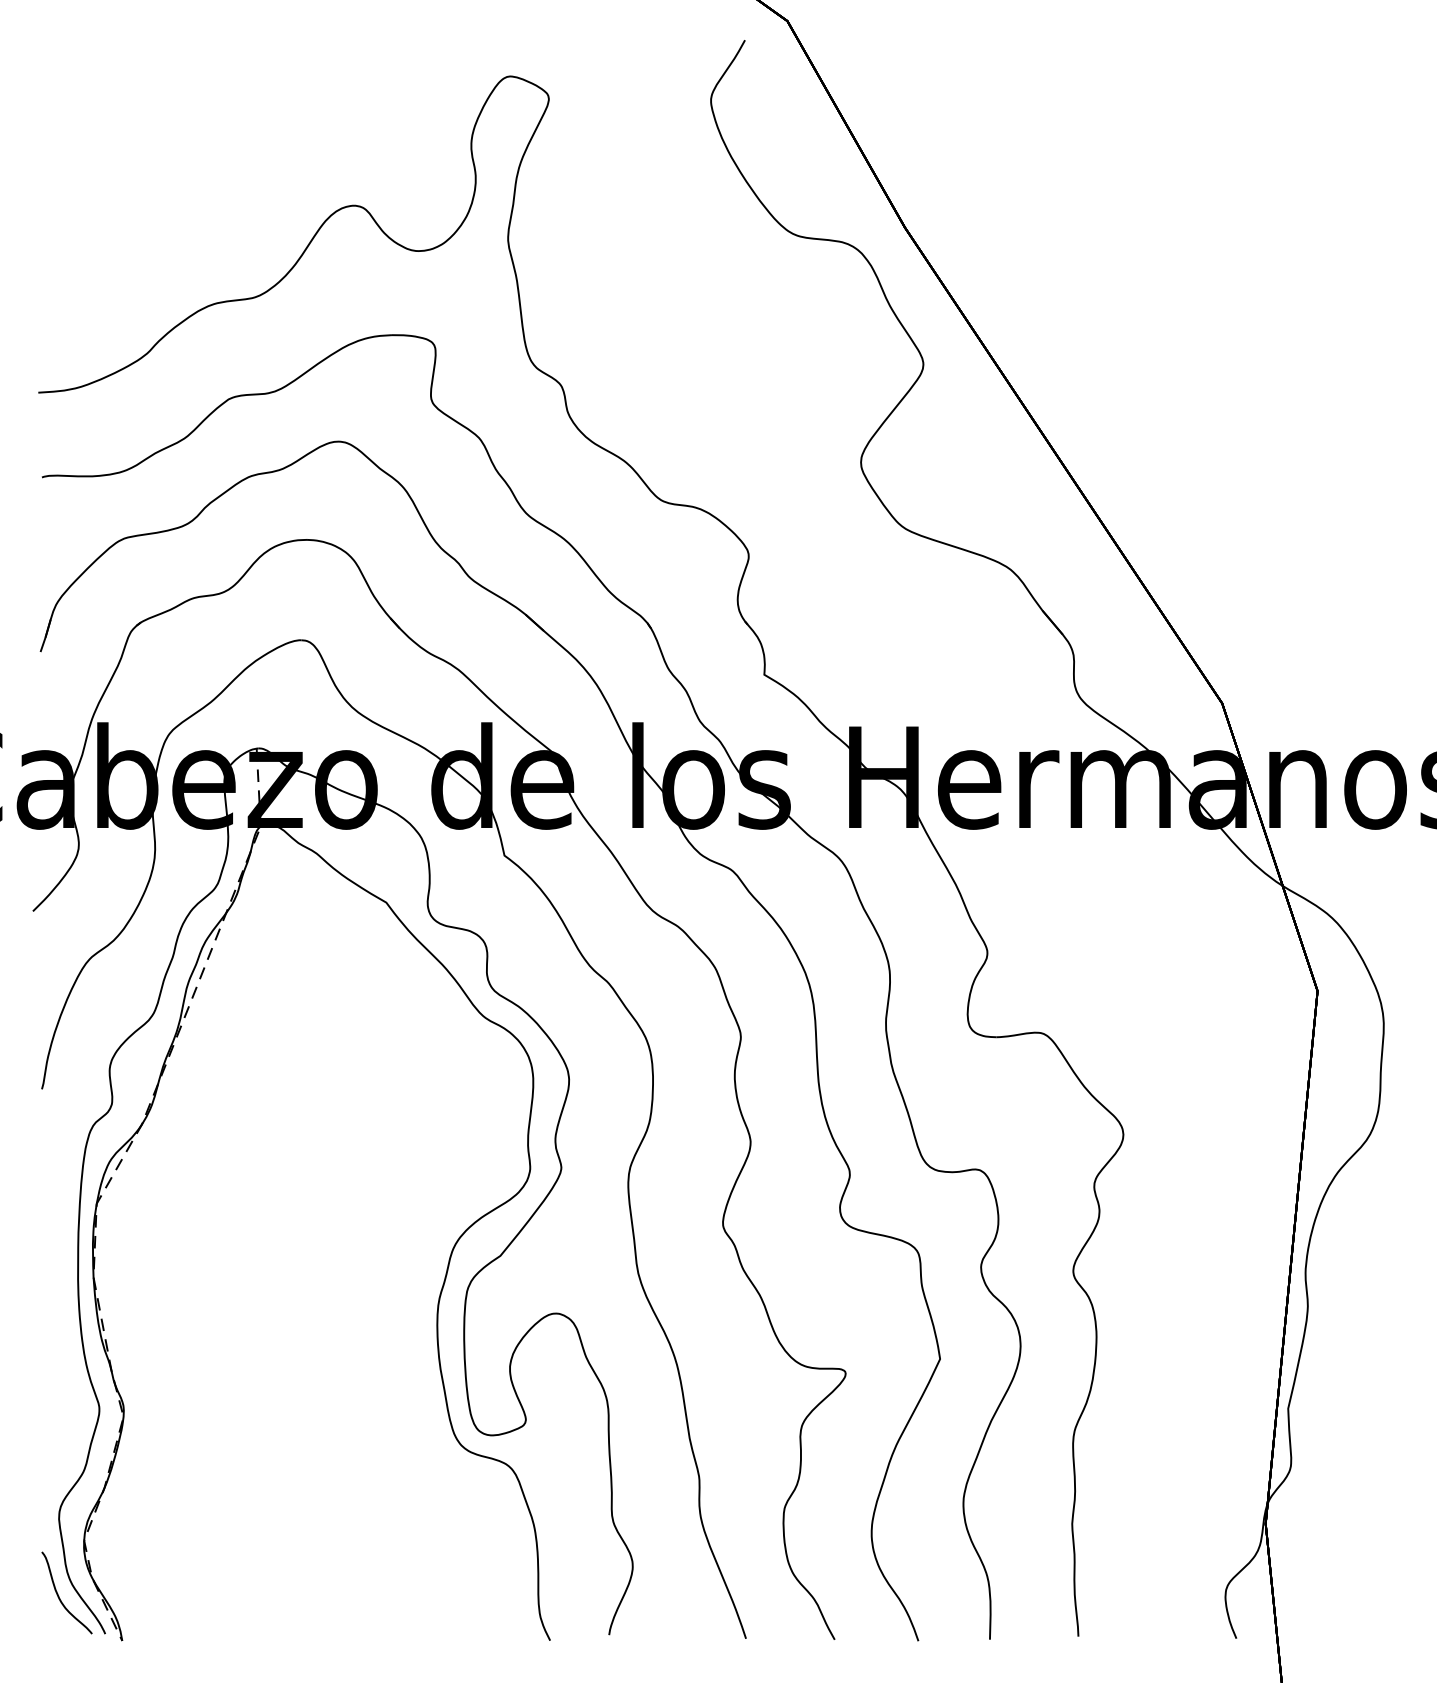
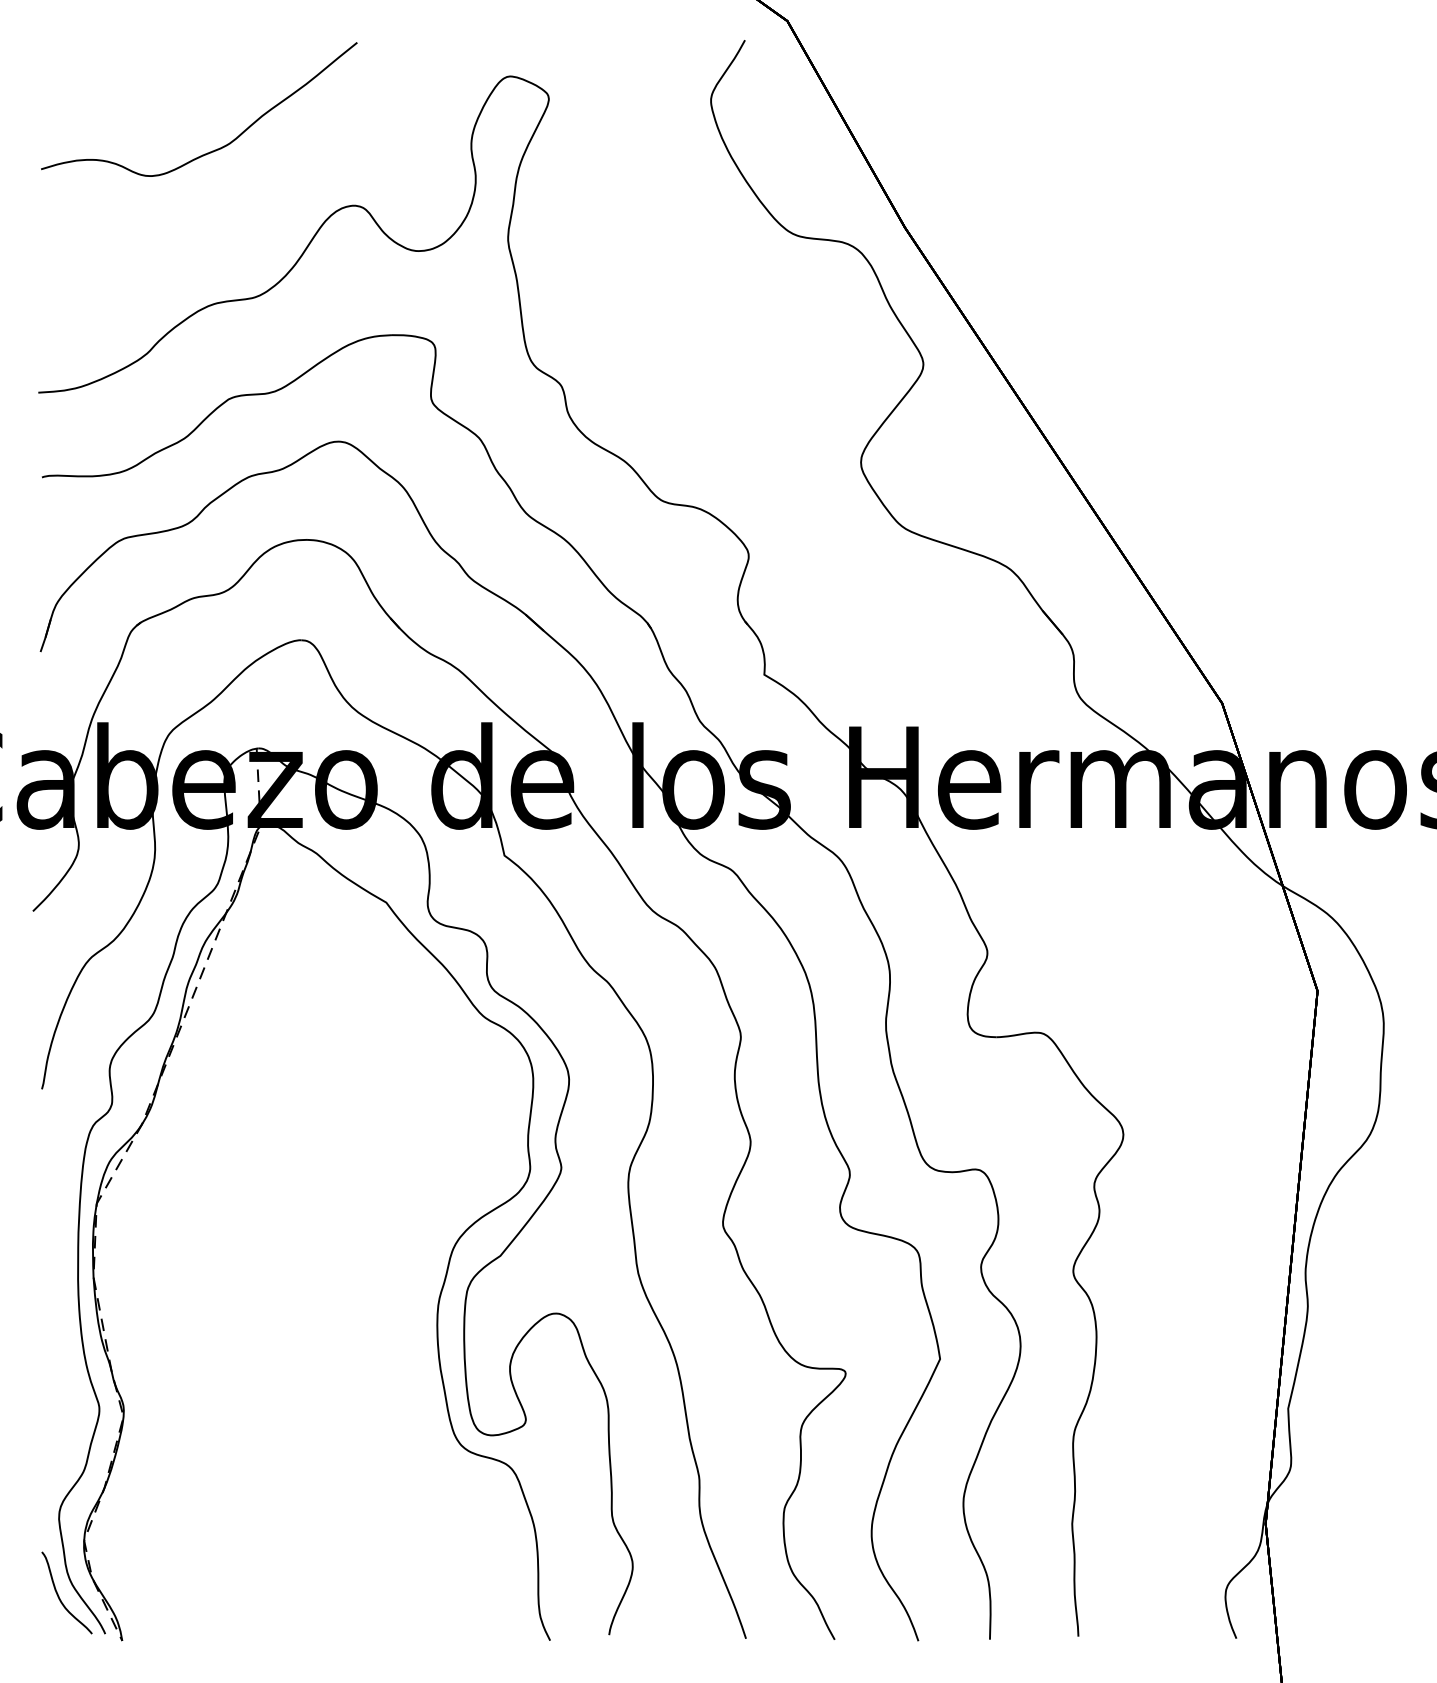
curve at (217, 148): none -> present
